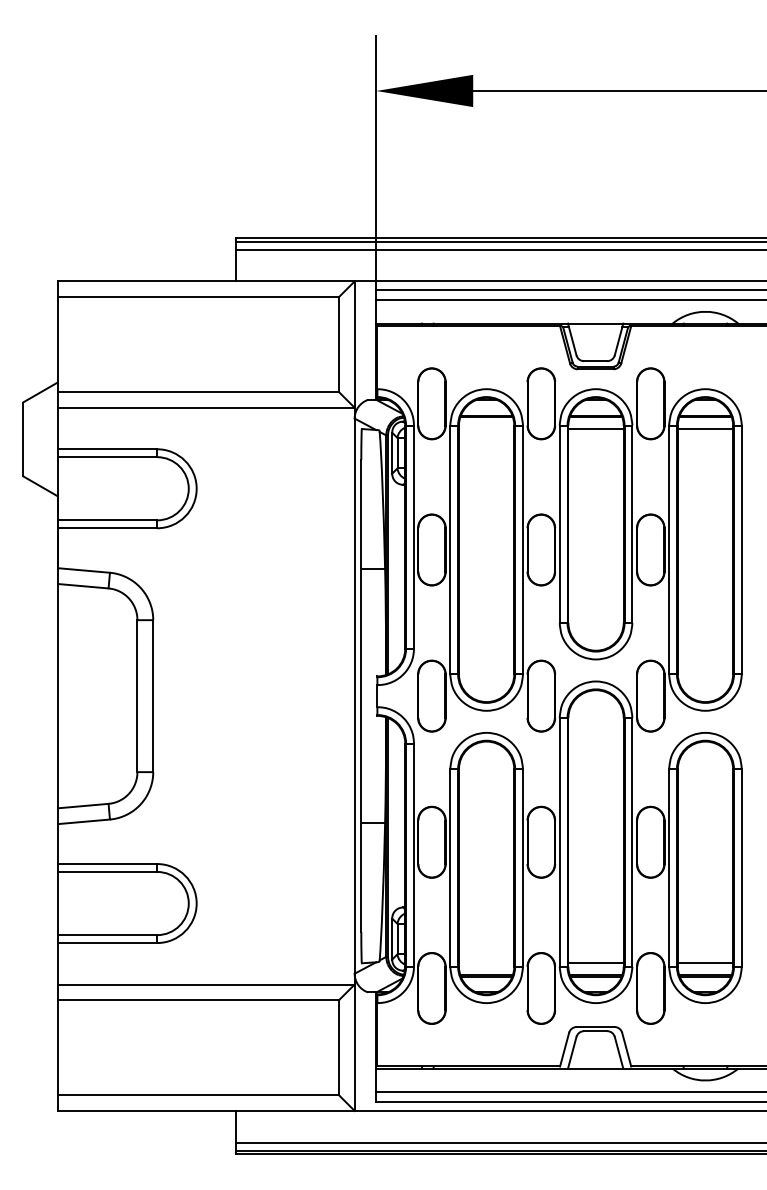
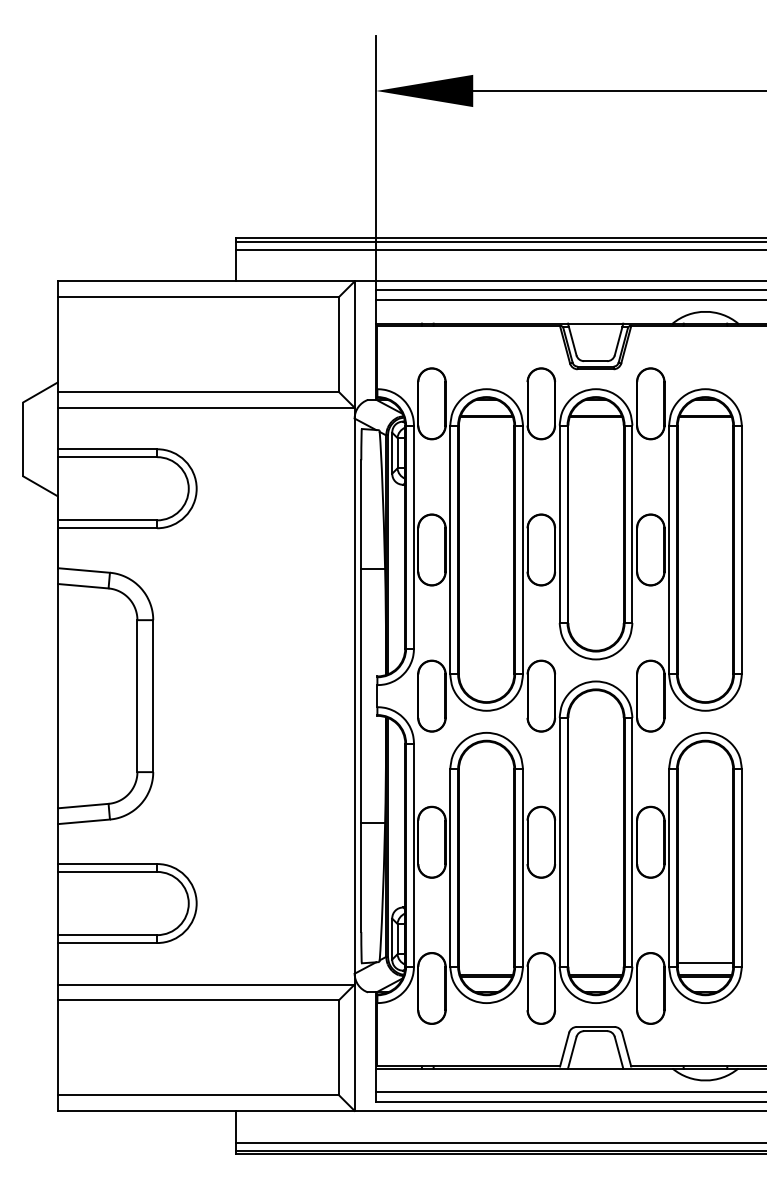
line at (595, 429): present -> none
line at (705, 429): present -> none
line at (595, 963): present -> none
